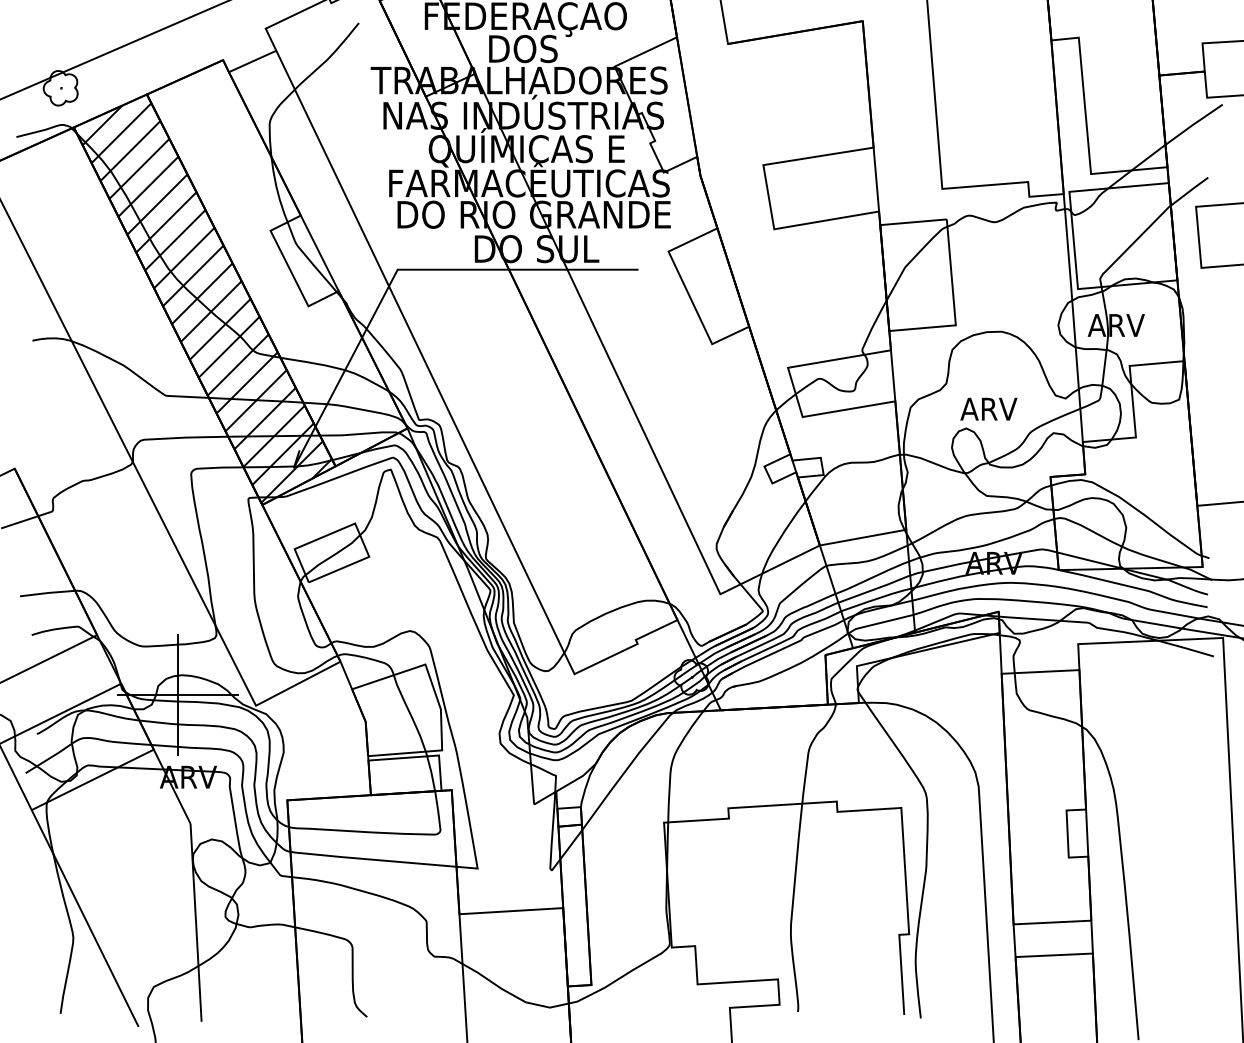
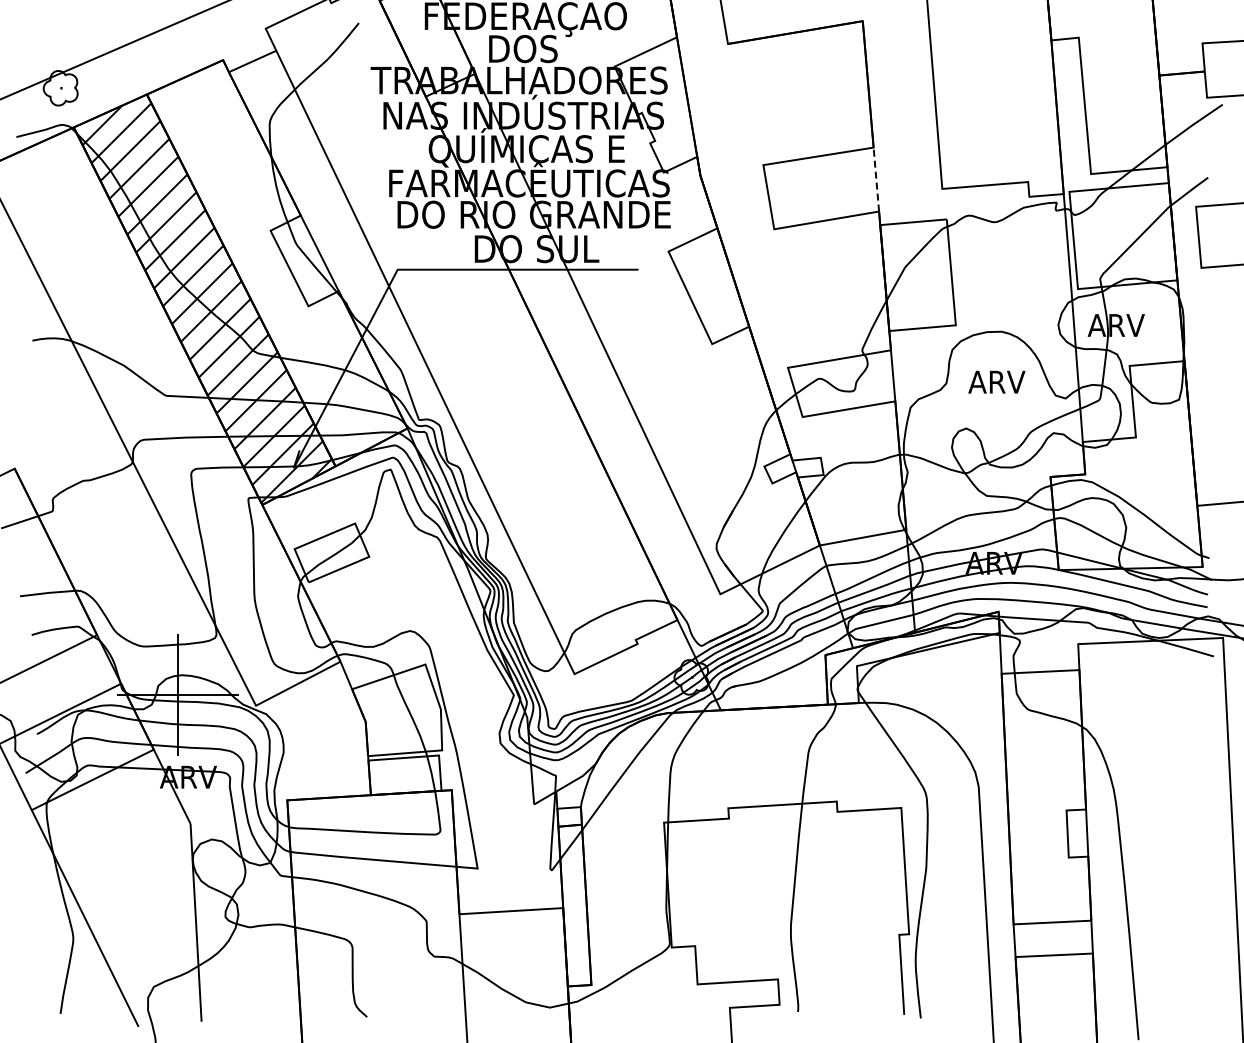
line at (876, 179): solid -> dashed
text at (988, 408) position: (988, 408) -> (996, 381)
